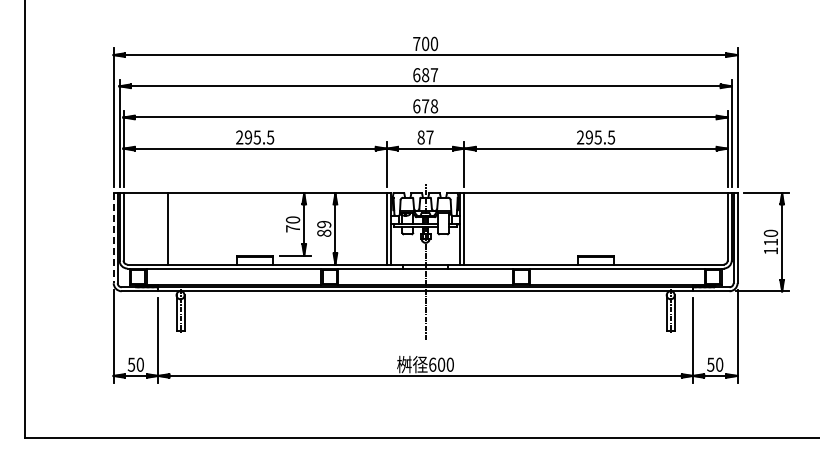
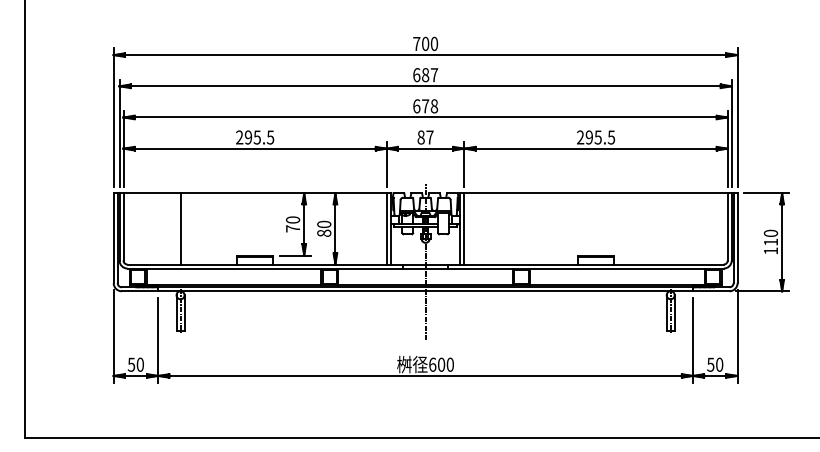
text at (324, 224): 89 -> 80
line at (168, 228) position: (168, 228) -> (181, 228)
line at (113, 238): dashed -> solid
